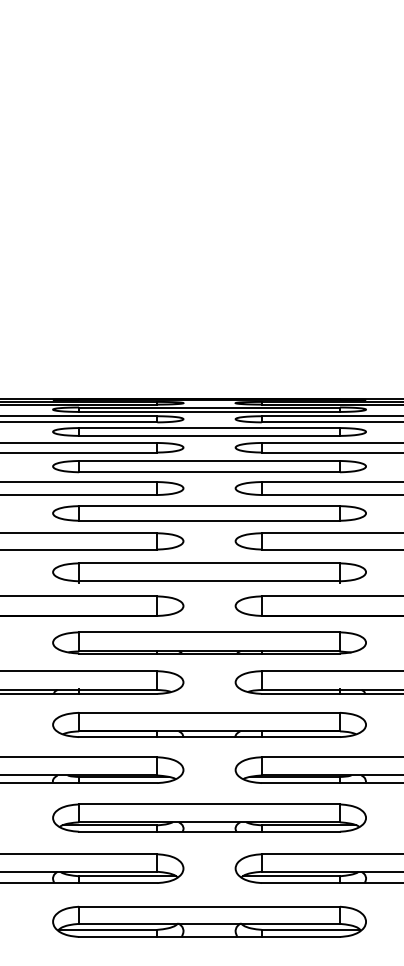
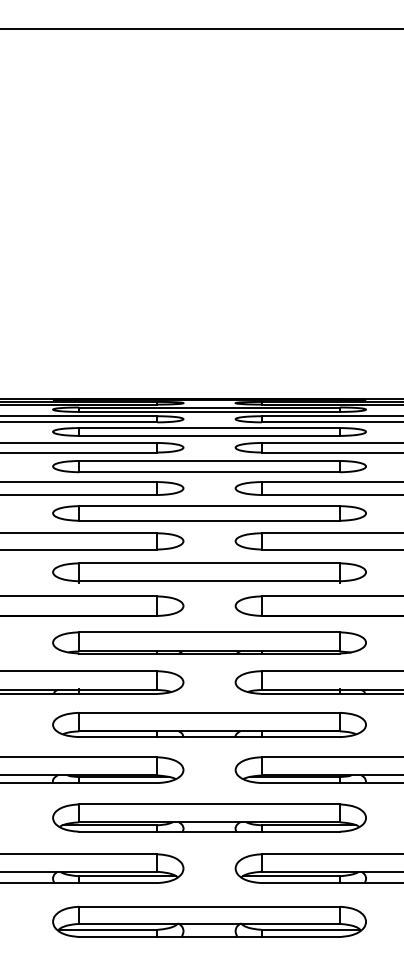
line at (201, 28): none -> present
